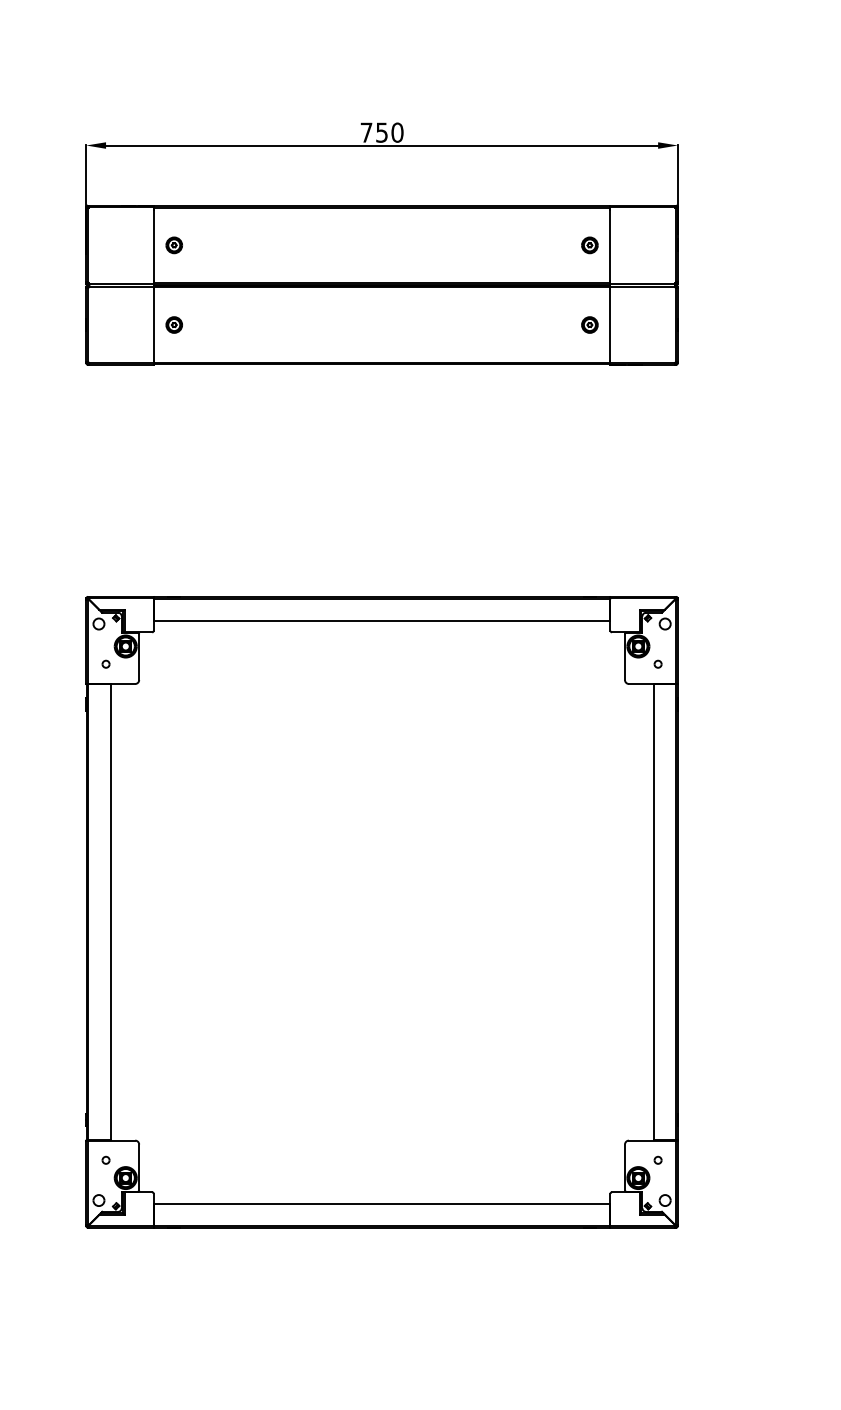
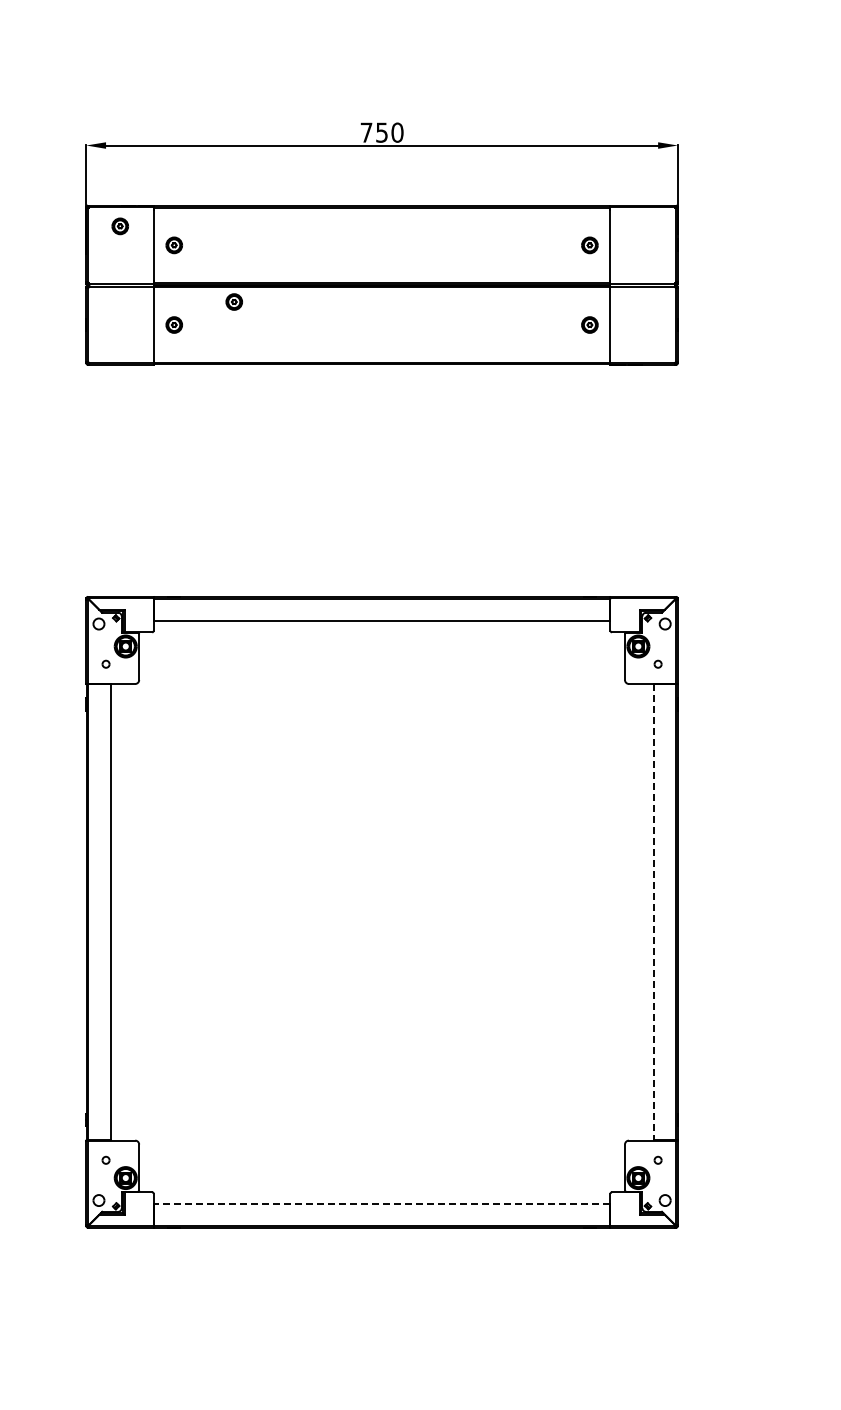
part at (119, 226): none -> present
part at (233, 301): none -> present
line at (653, 912): solid -> dashed
line at (382, 1203): solid -> dashed
